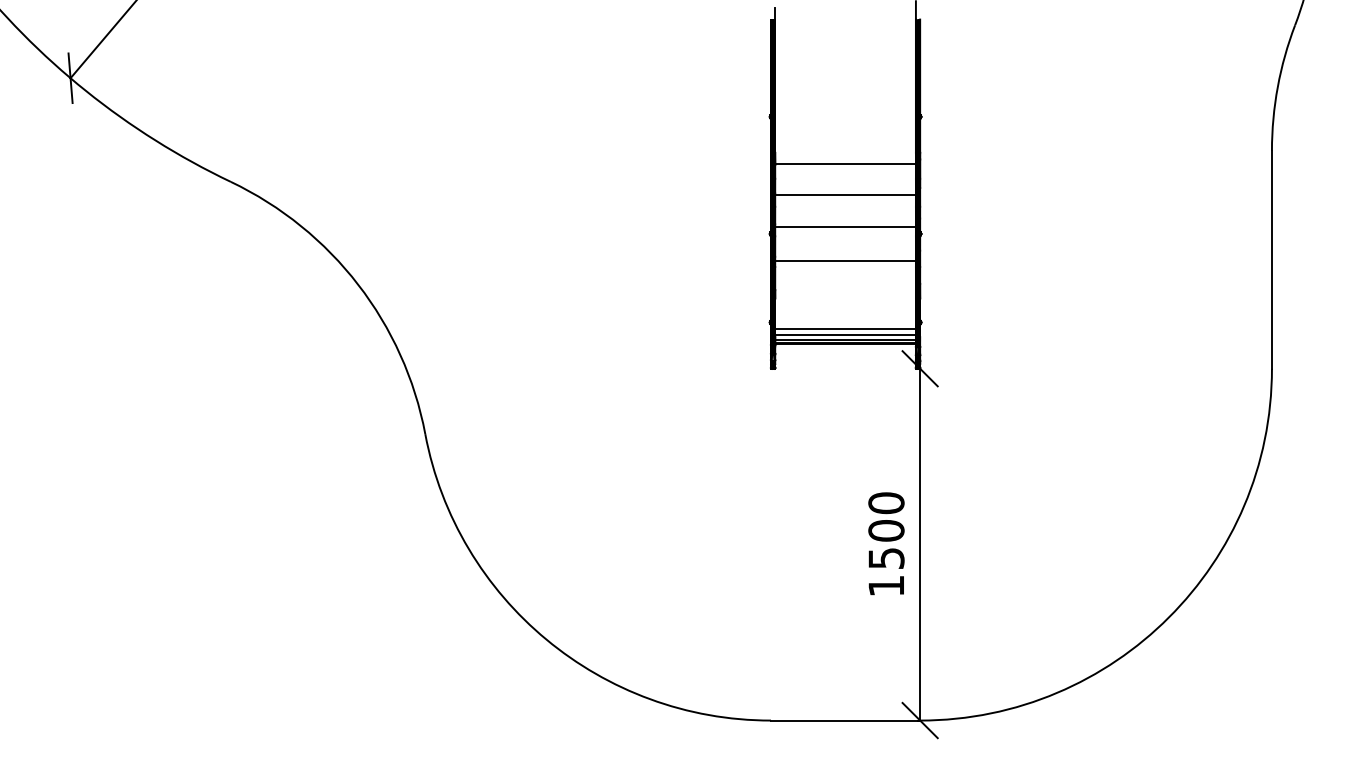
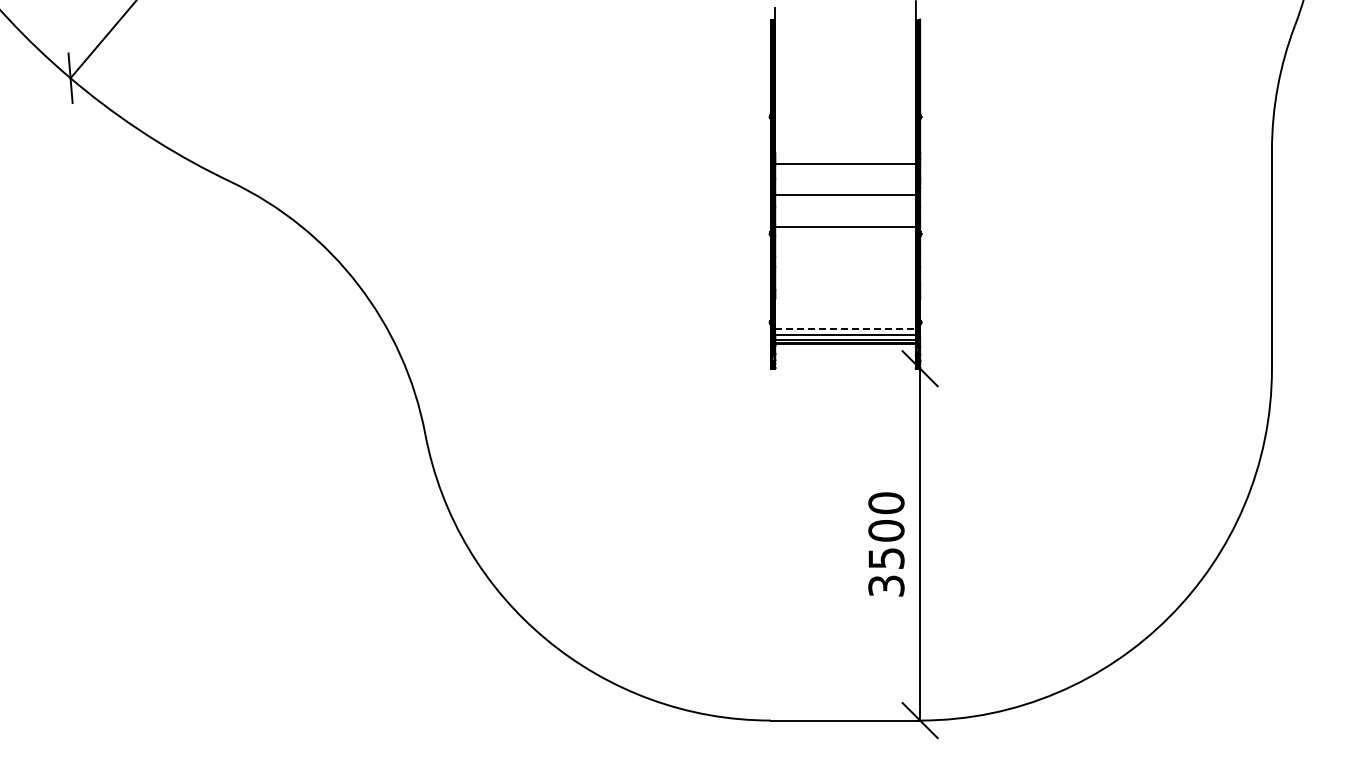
line at (845, 261): present -> none
line at (846, 329): solid -> dashed
text at (886, 585): 1500 -> 3500
